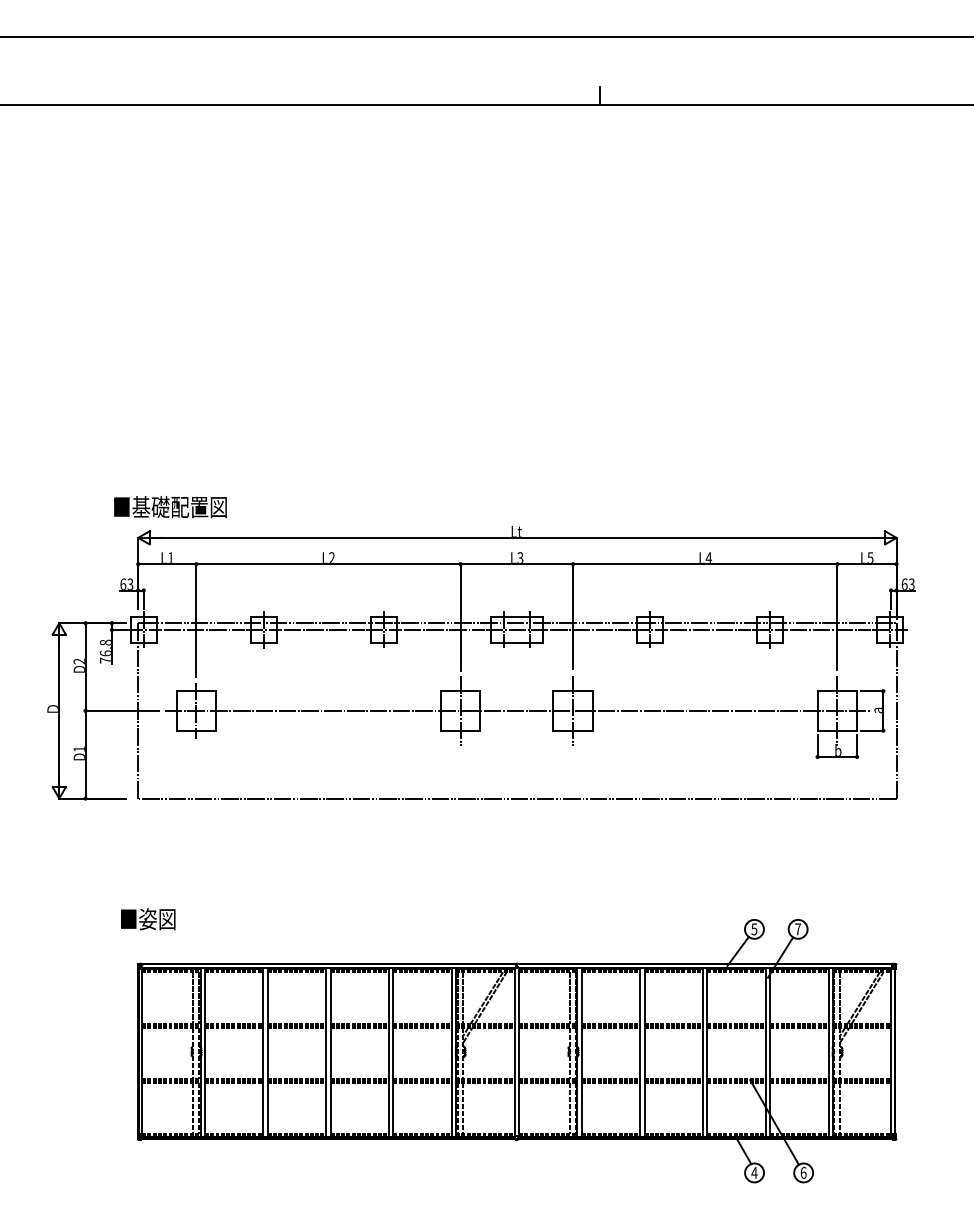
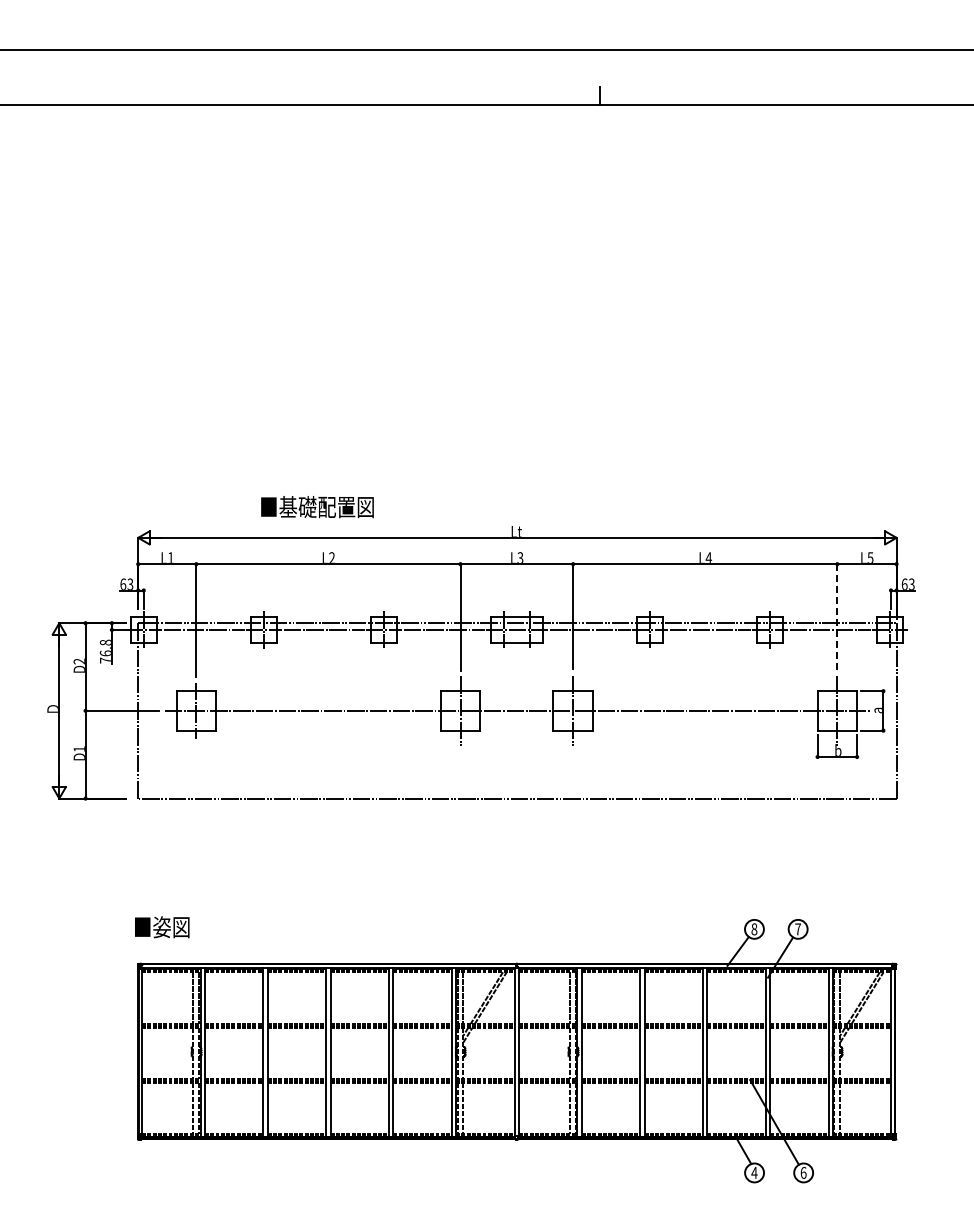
line at (486, 36) position: (486, 36) -> (486, 49)
text at (170, 507) position: (170, 507) -> (317, 507)
line at (837, 616): solid -> dashed
text at (148, 919) position: (148, 919) -> (162, 927)
text at (754, 929): 5 -> 8
